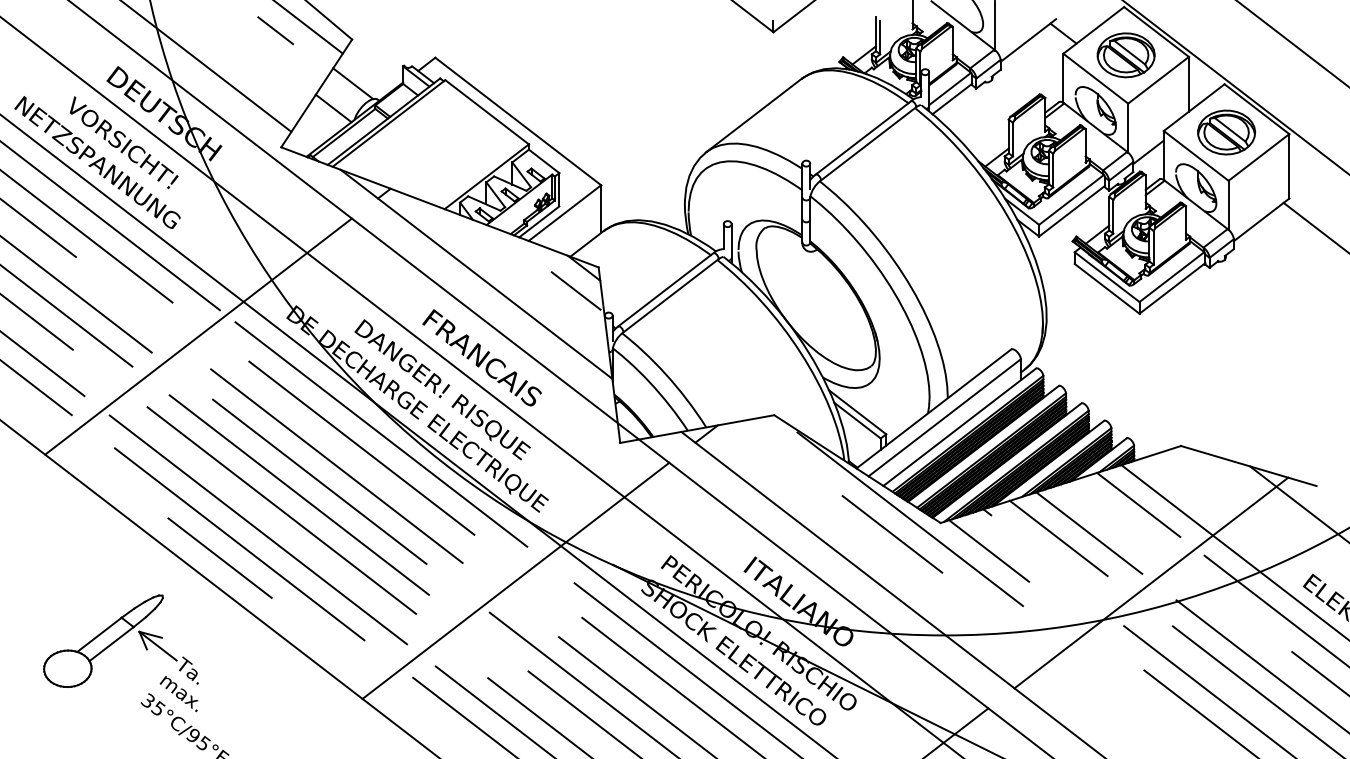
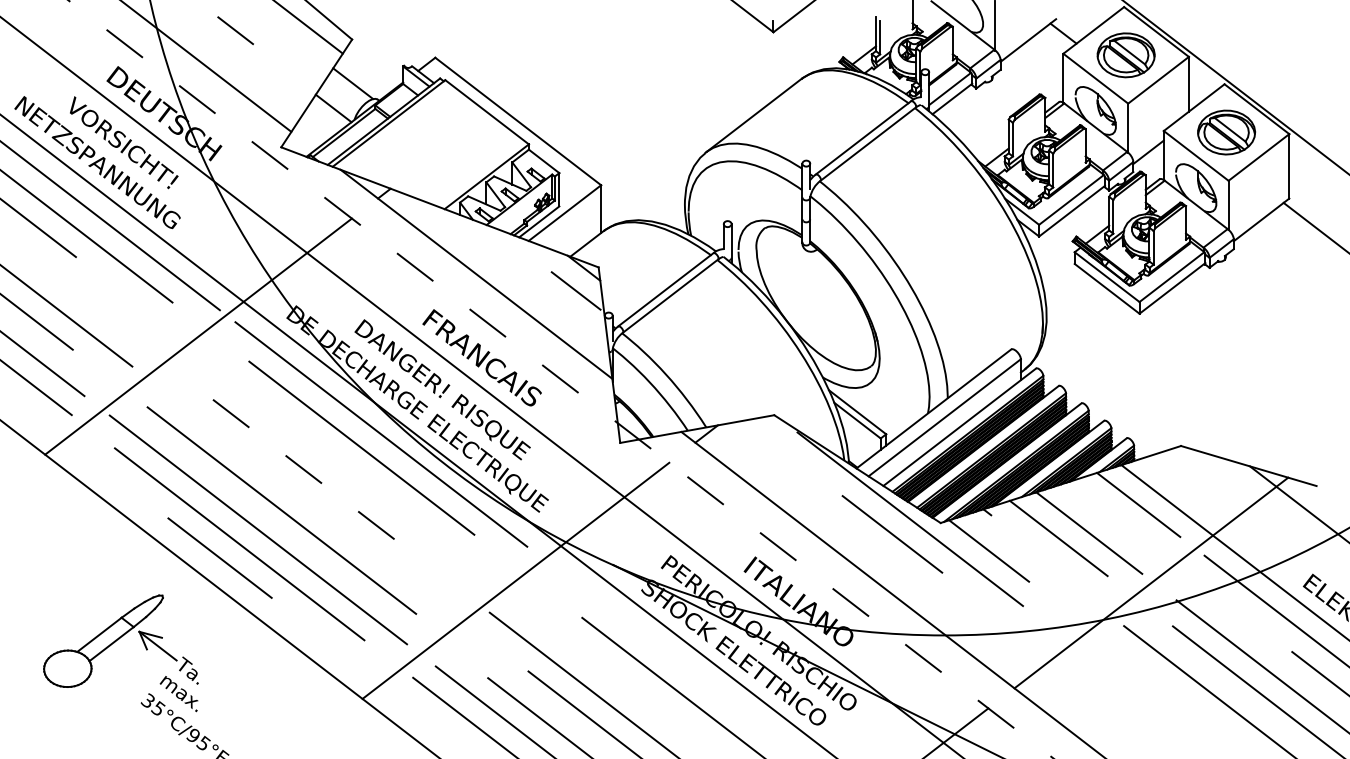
line at (275, 30) position: (275, 30) -> (235, 30)
line at (1292, 43): present -> none
line at (76, 294): present -> none
line at (560, 379): solid -> dashed
line at (336, 466): present -> none
line at (319, 481): solid -> dashed
line at (298, 494): present -> none
line at (686, 669): present -> none
line at (636, 696): present -> none
line at (1199, 712): present -> none
